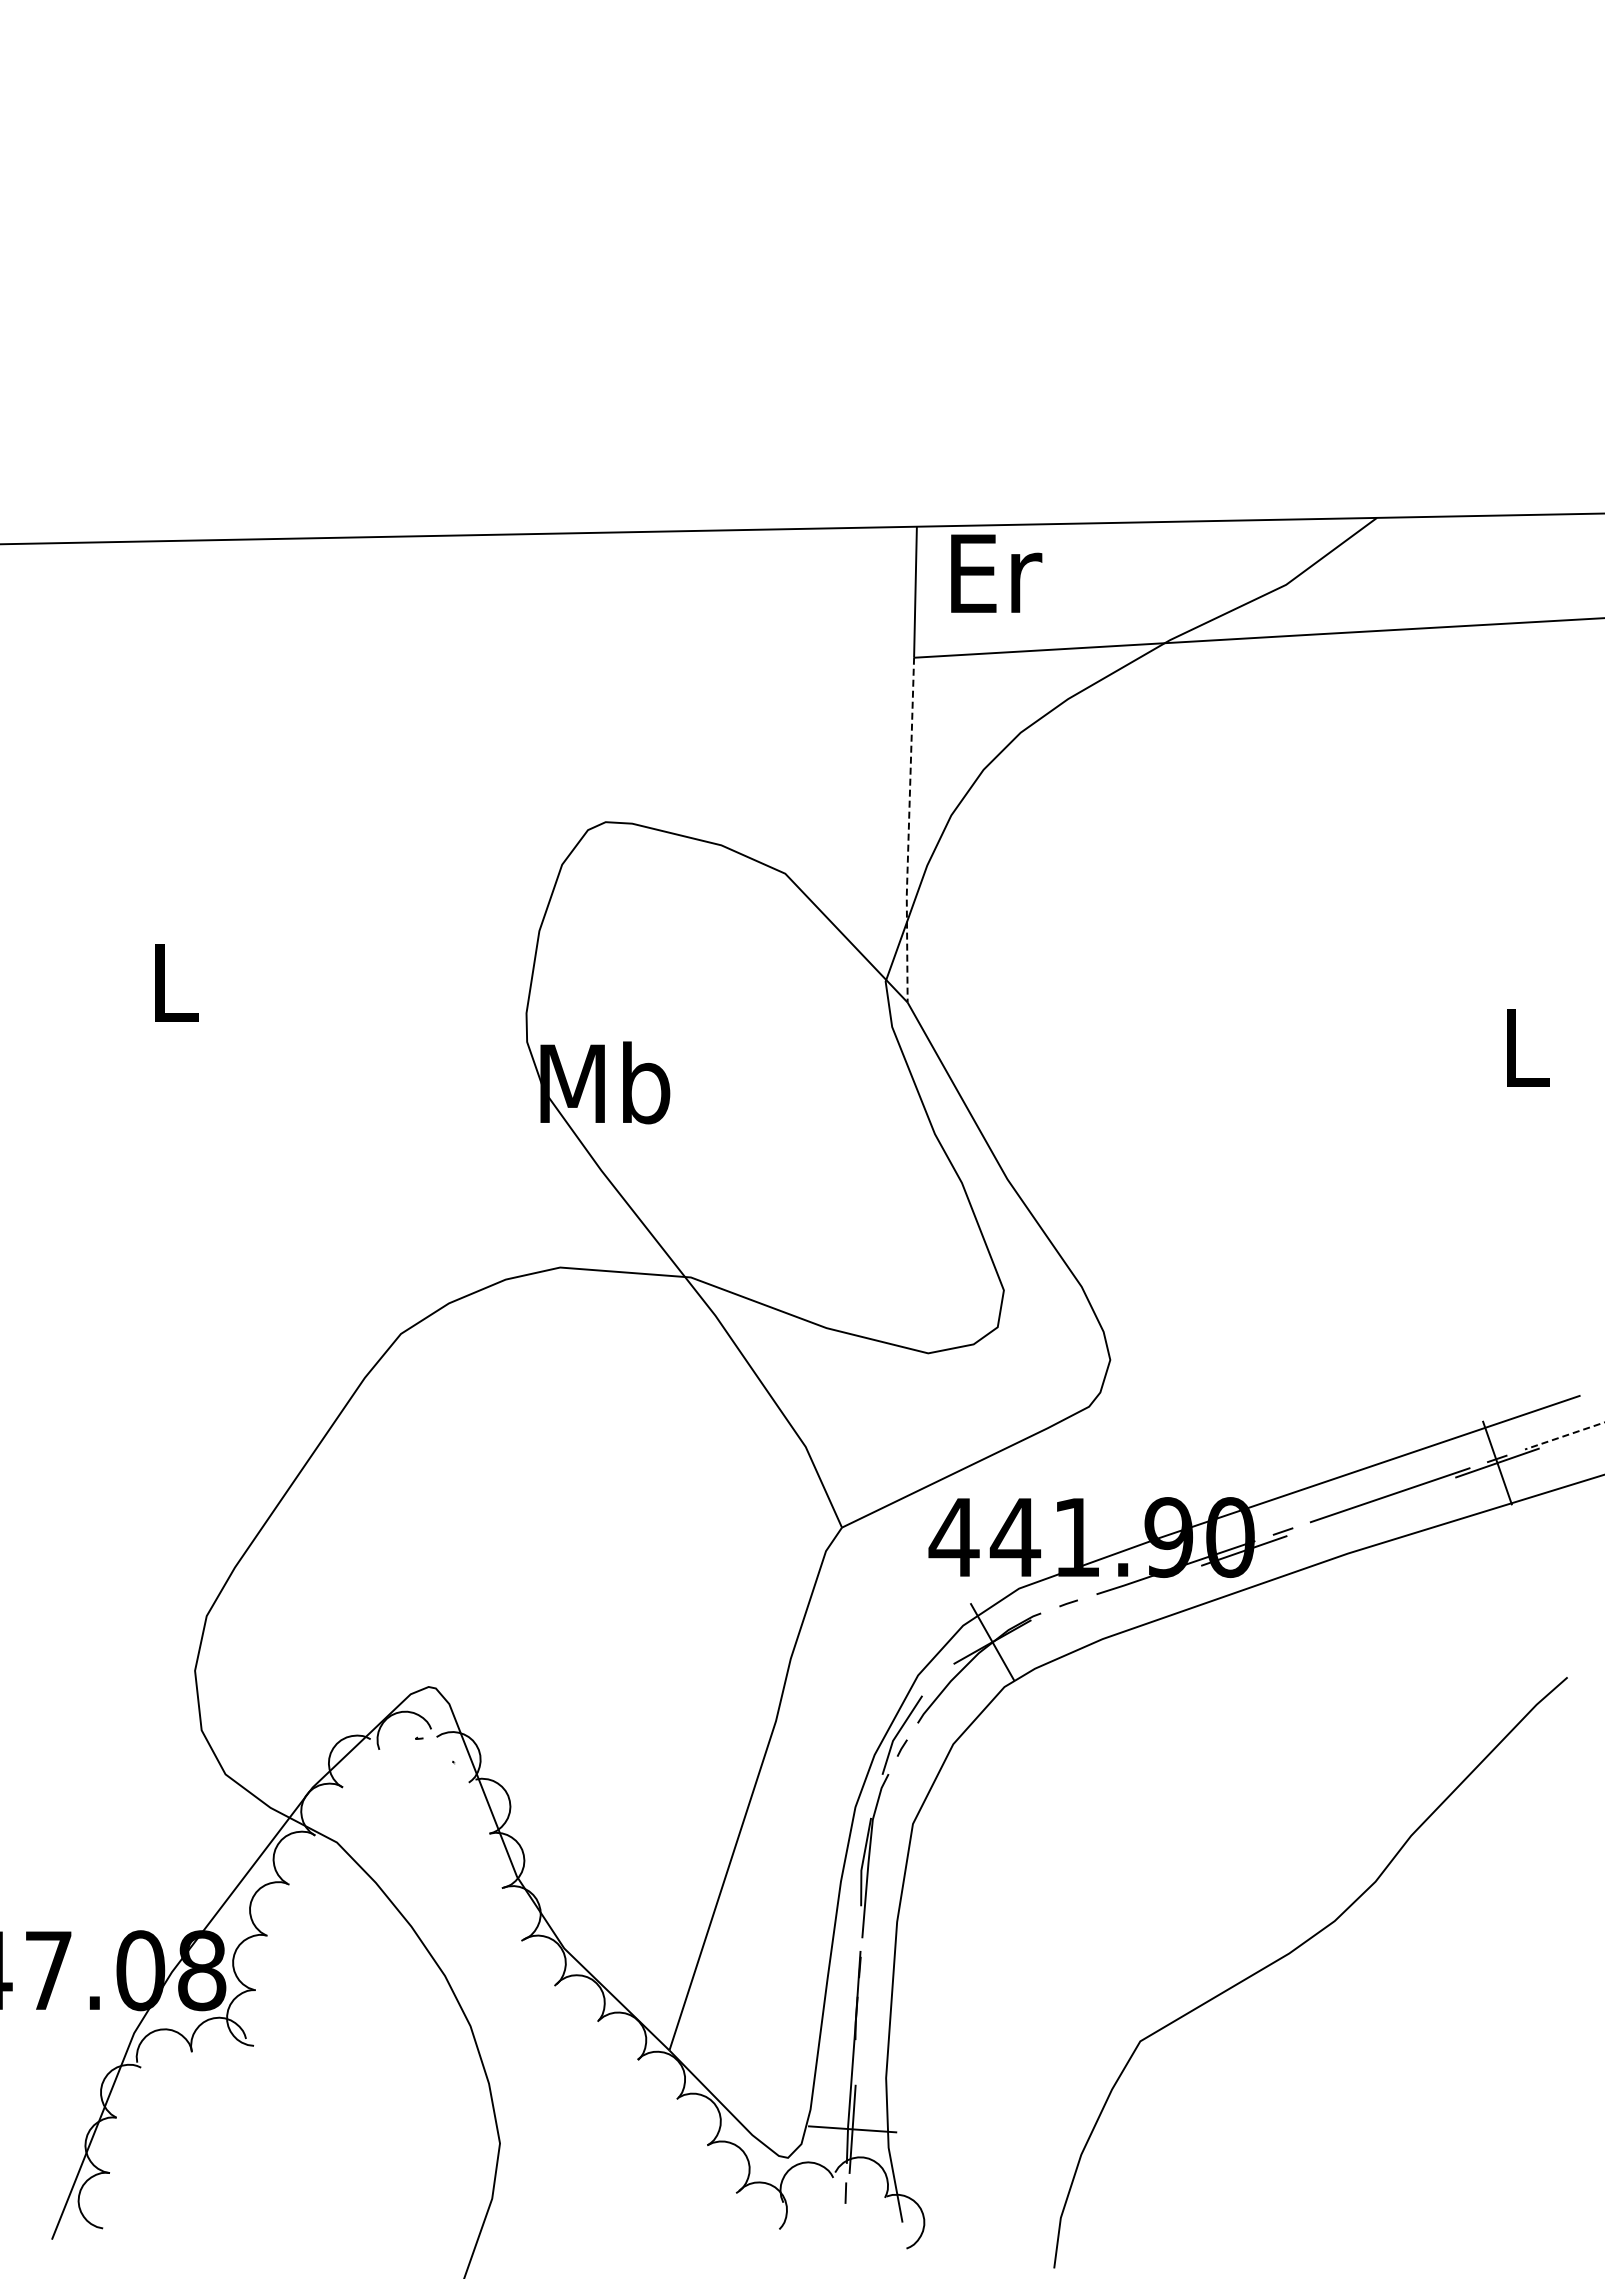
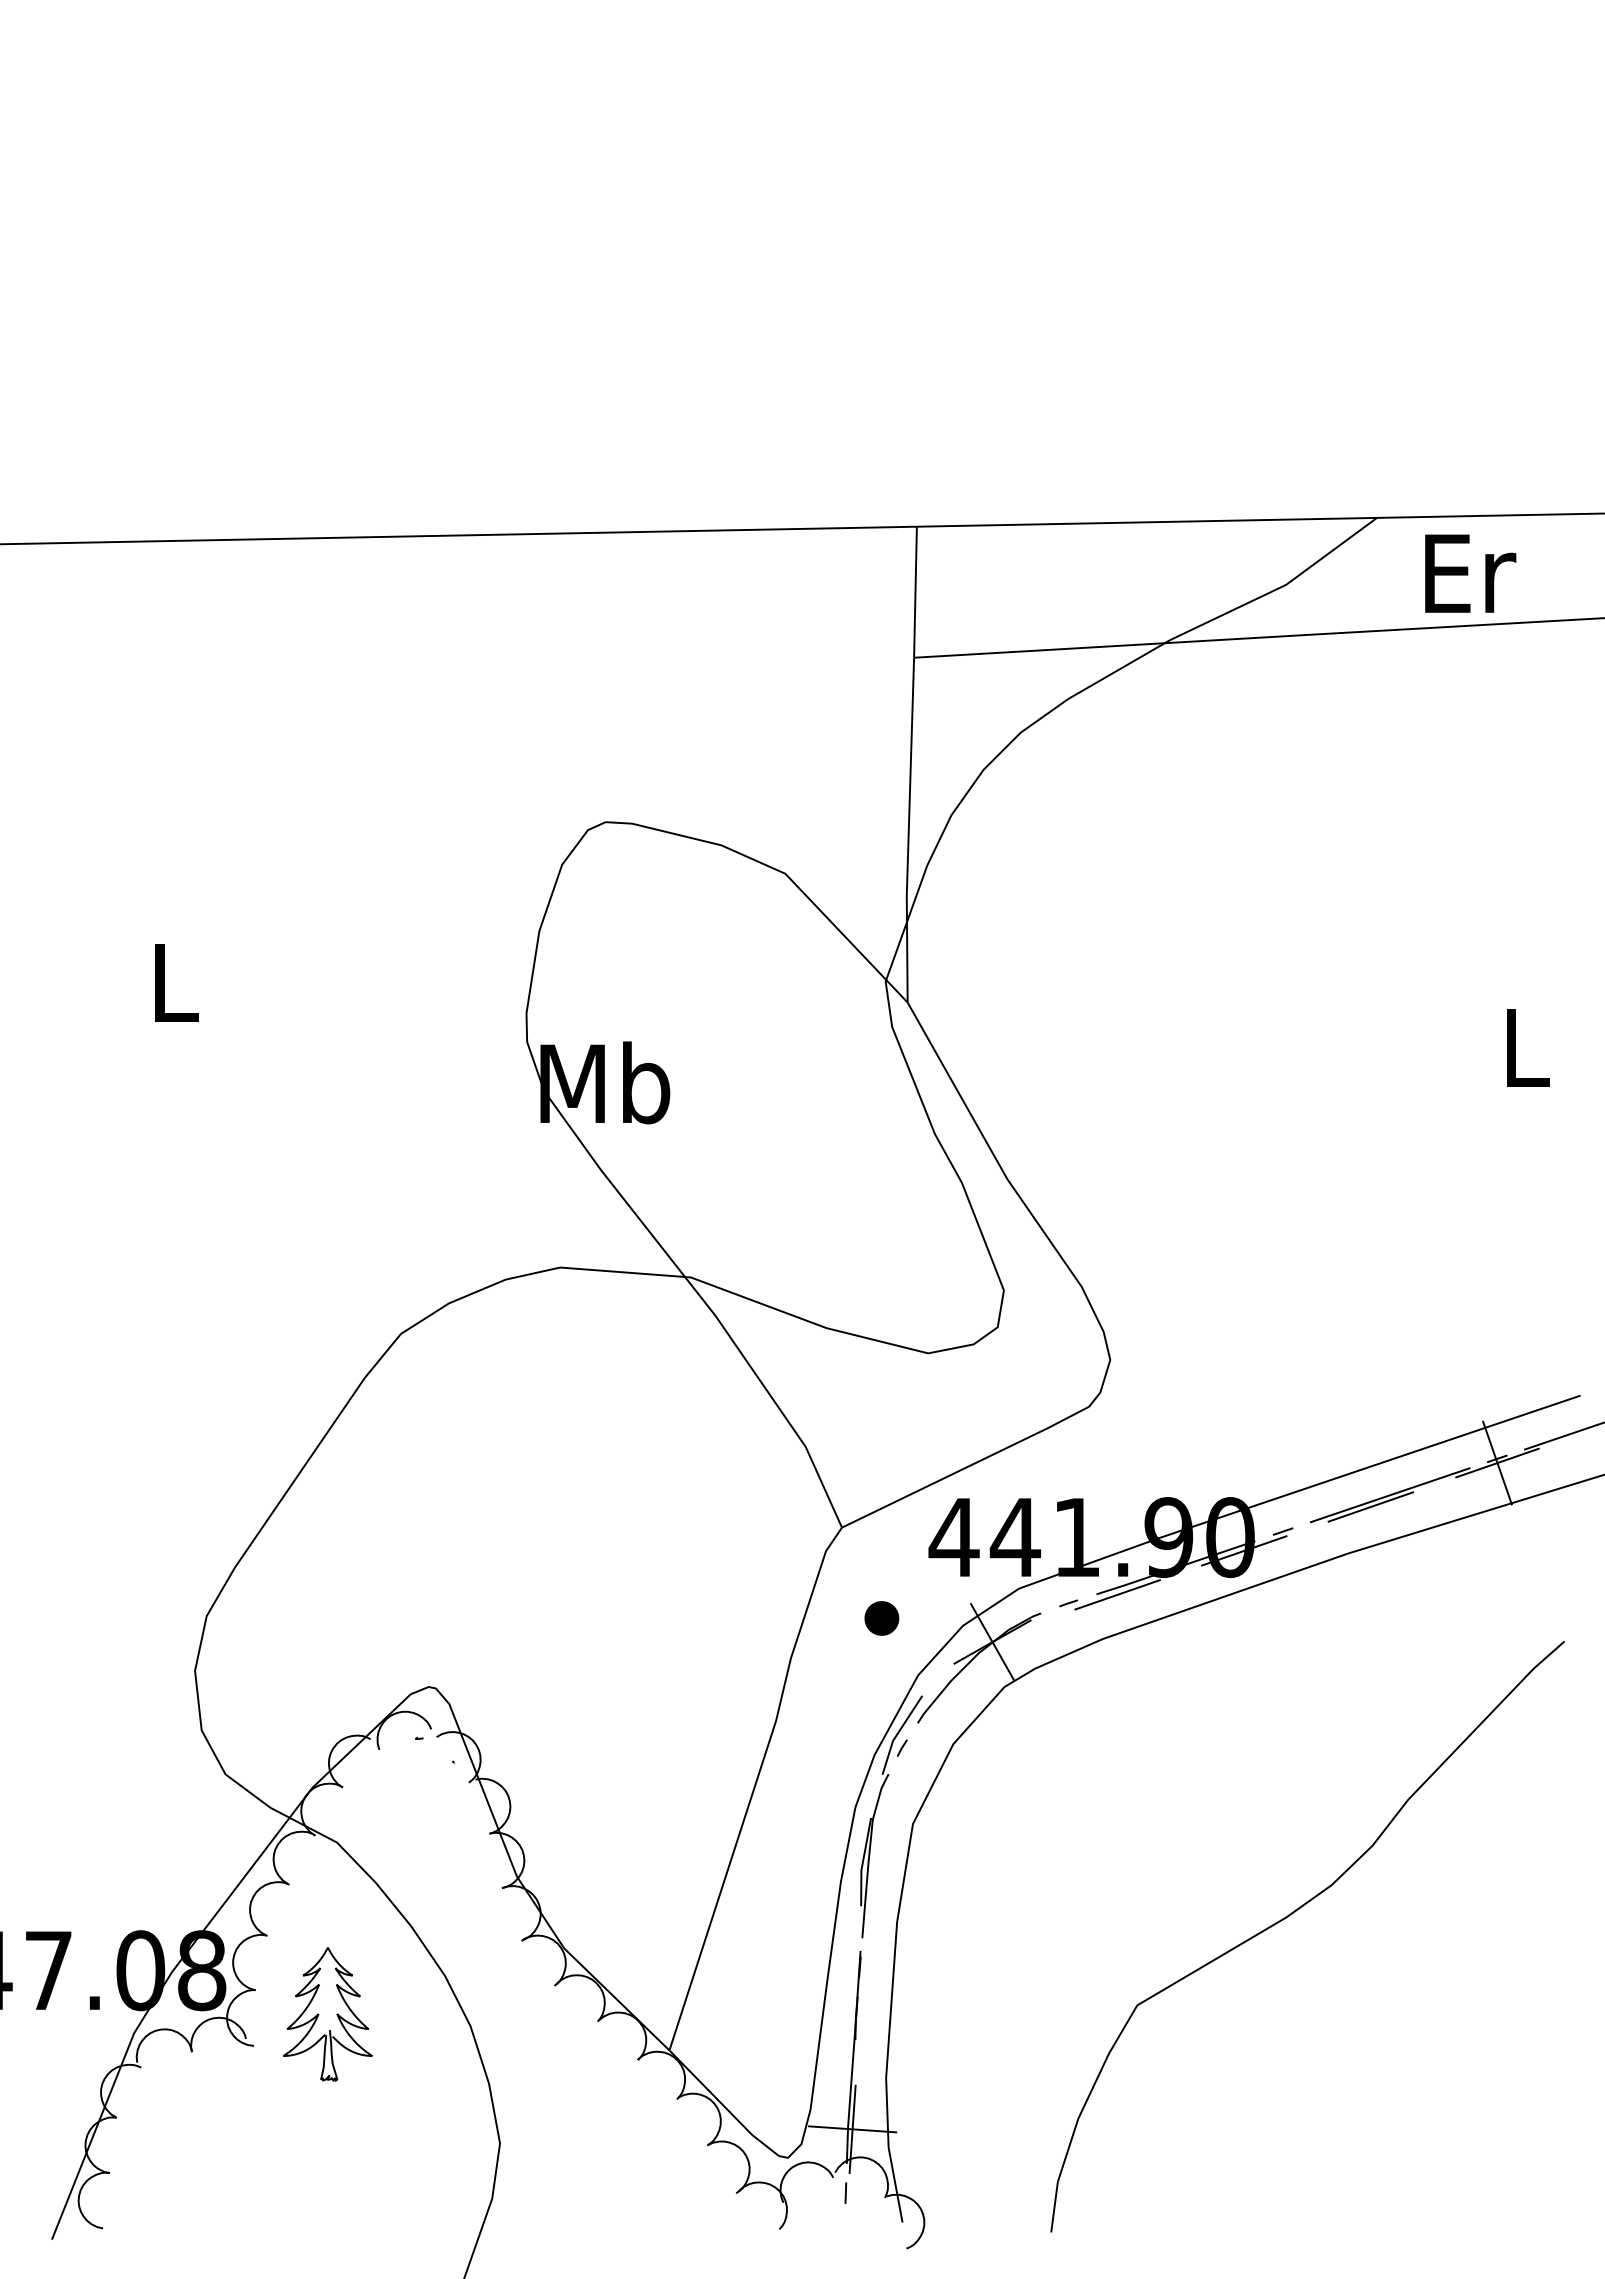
text at (996, 573) position: (996, 573) -> (1470, 573)
line at (908, 831): dashed -> solid
line at (1564, 1436): dashed -> solid
line at (1370, 1506): none -> present
line at (1117, 1594): none -> present
part at (881, 1618): none -> present
curve at (1295, 1950) position: (1295, 1950) -> (1292, 1914)
part at (327, 2014): none -> present
